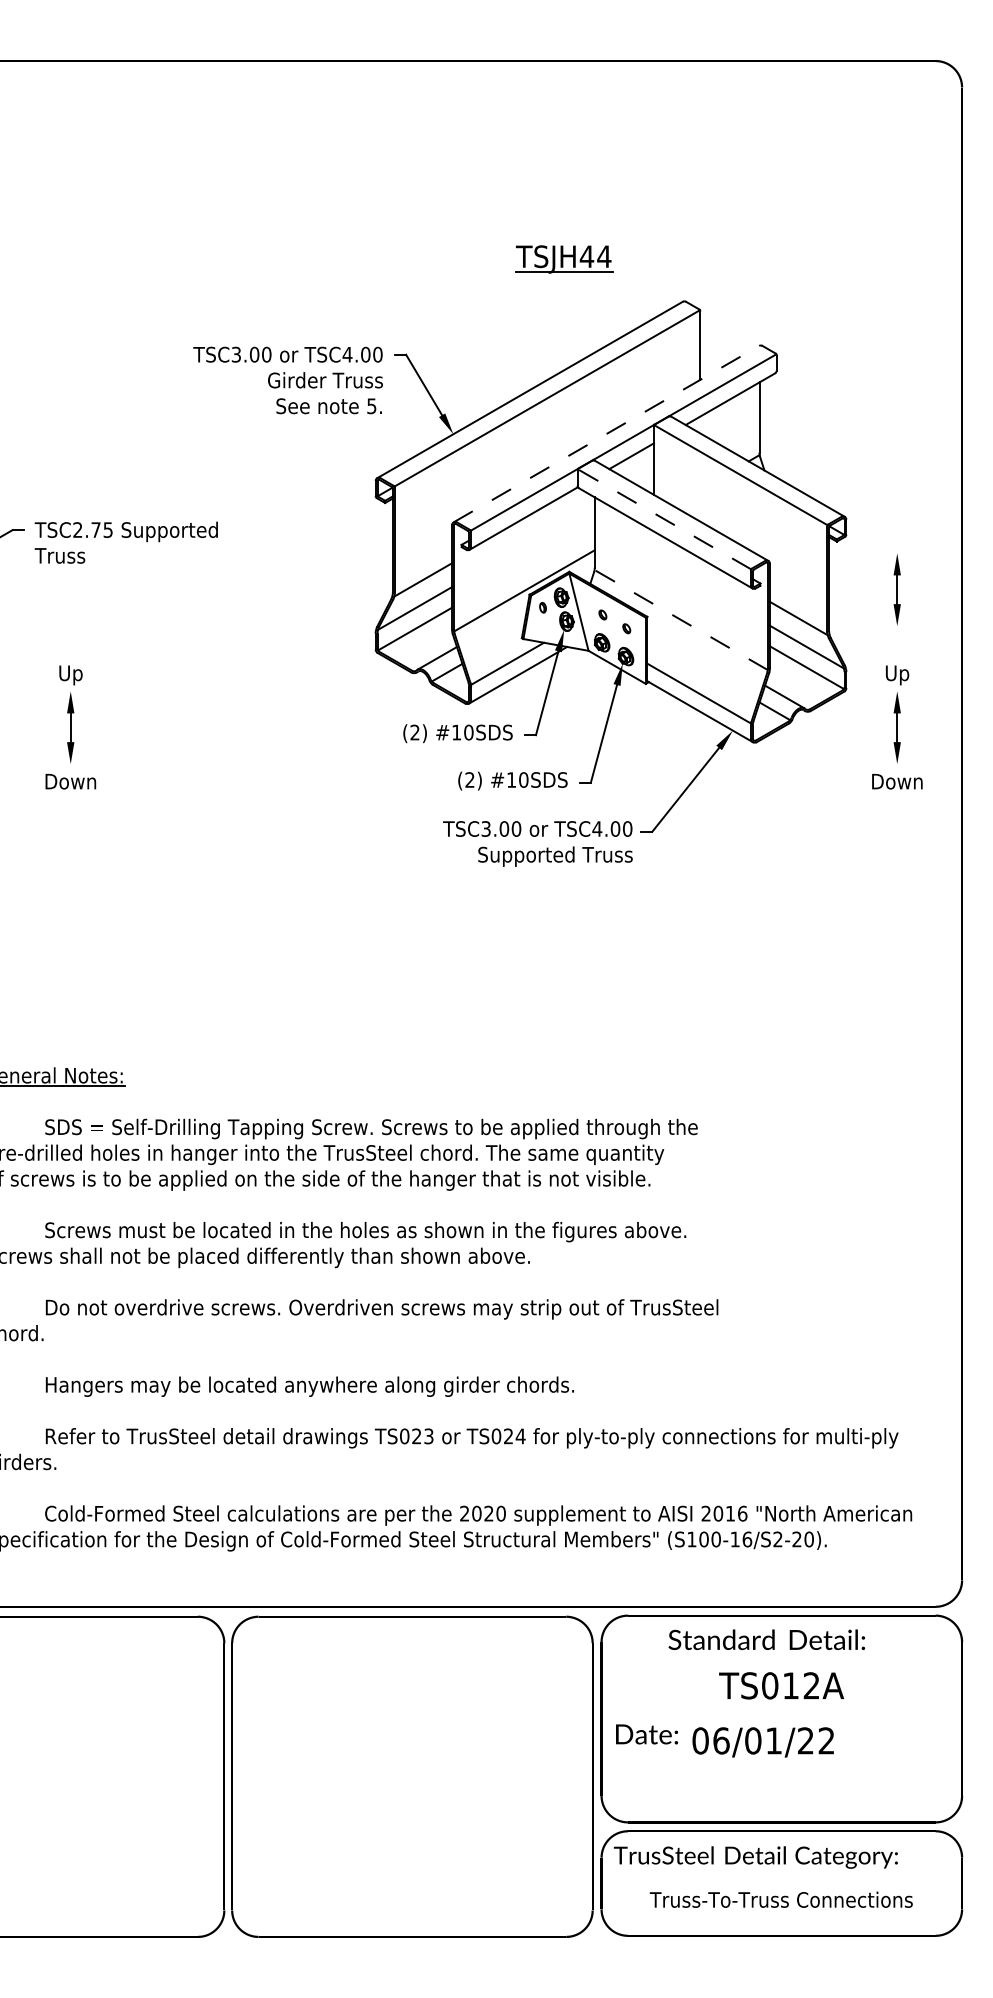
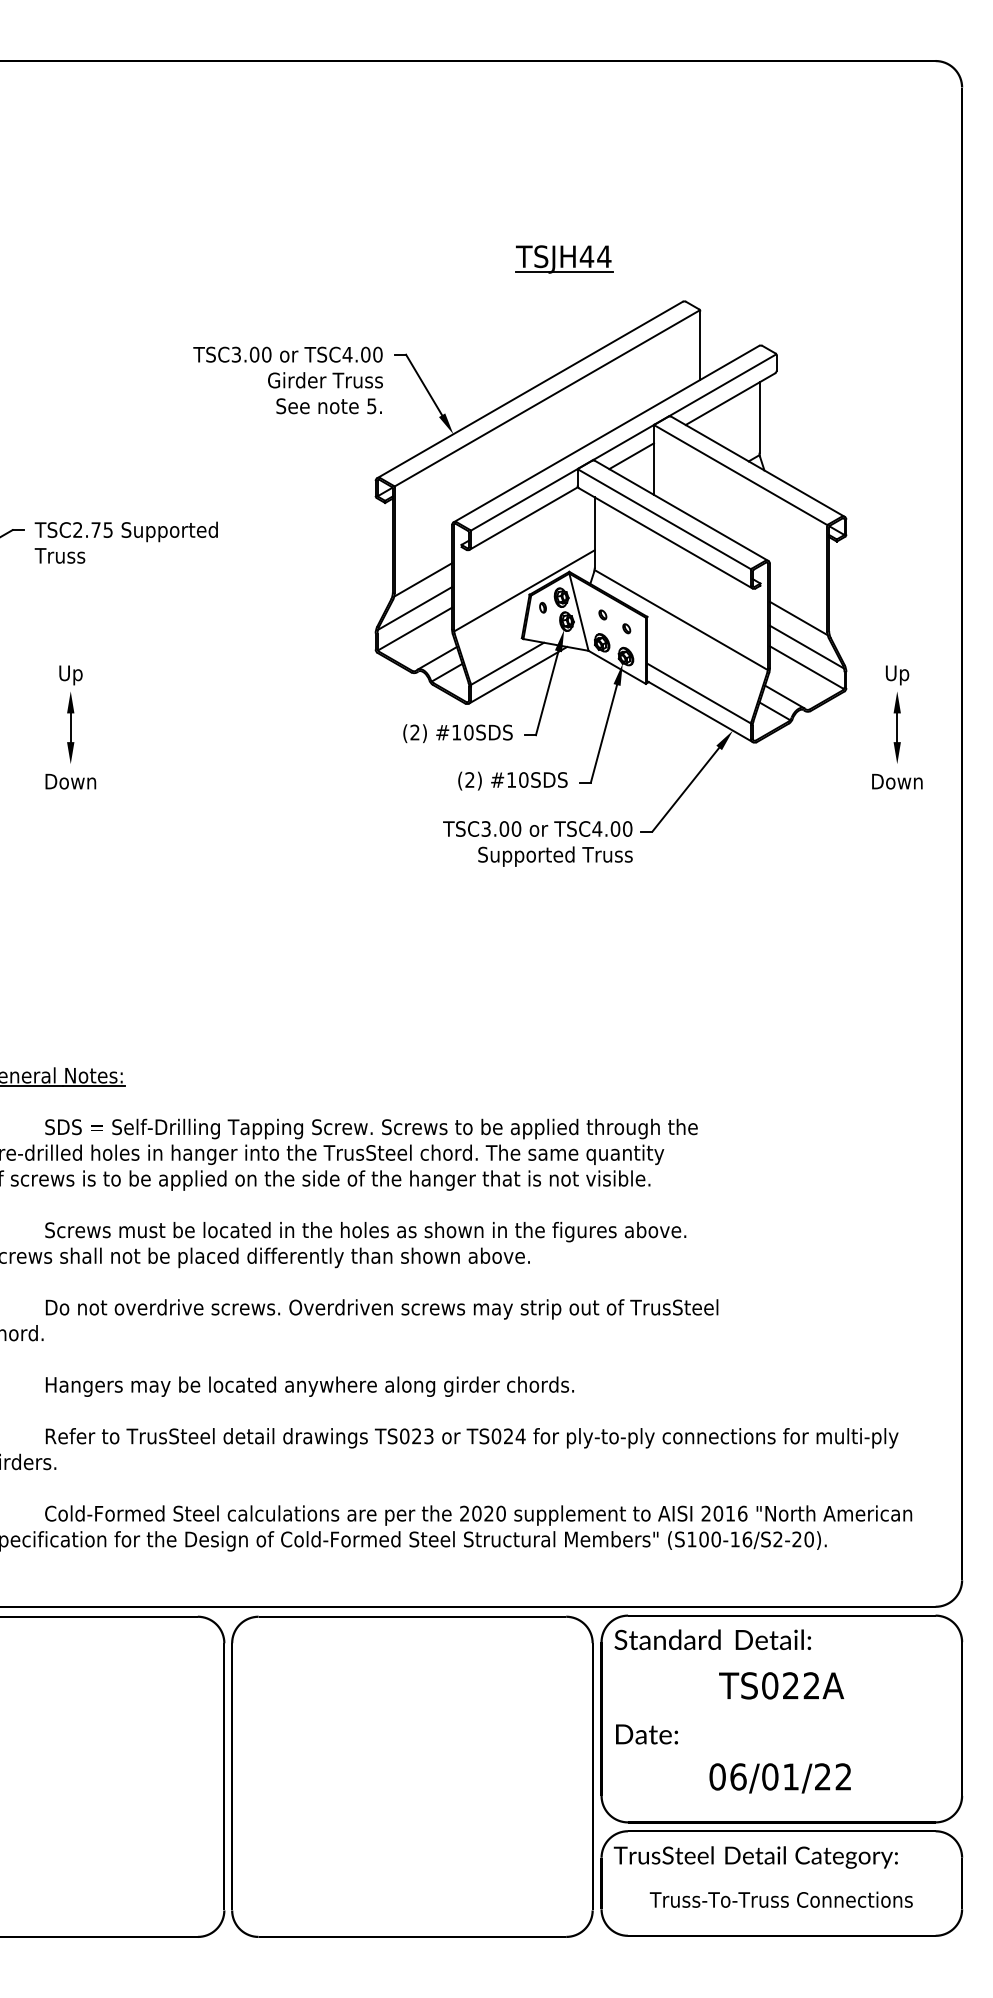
line at (606, 433): dashed -> solid
line at (664, 519): dashed -> solid
part at (896, 589): present -> none
line at (680, 619): dashed -> solid
text at (766, 1639) position: (766, 1639) -> (712, 1639)
text at (790, 1685): TS012A -> TS022A
text at (762, 1742) position: (762, 1742) -> (779, 1778)
